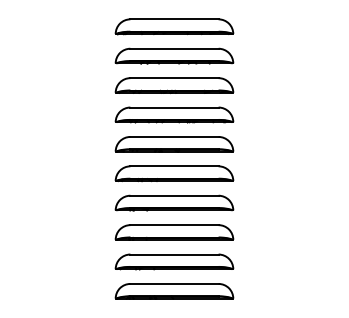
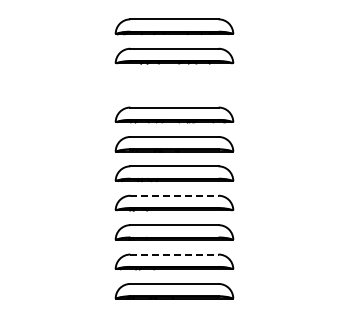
part at (174, 85): present -> none
line at (174, 195): solid -> dashed
line at (174, 254): solid -> dashed
